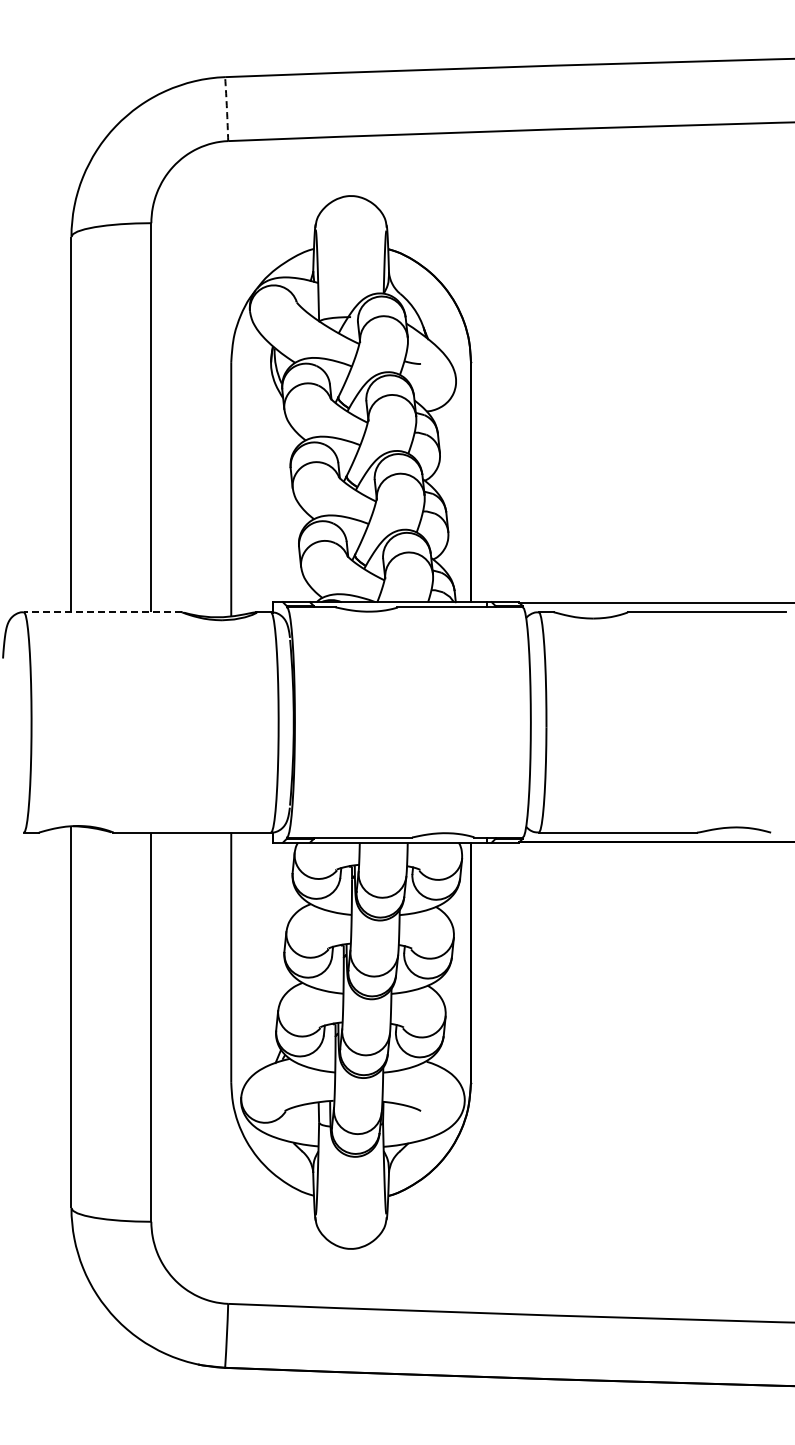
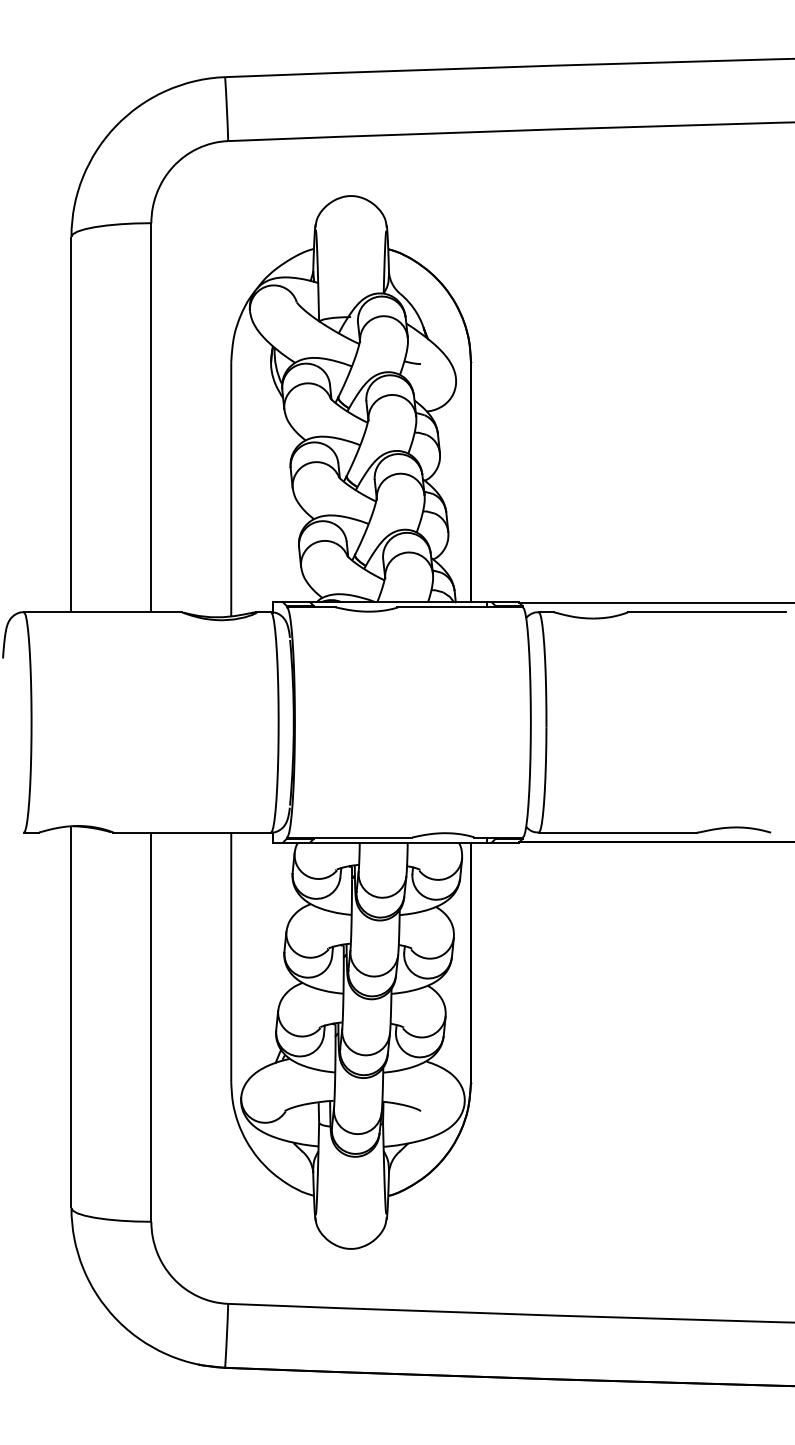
arc at (226, 109): dashed -> solid
line at (102, 612): dashed -> solid
